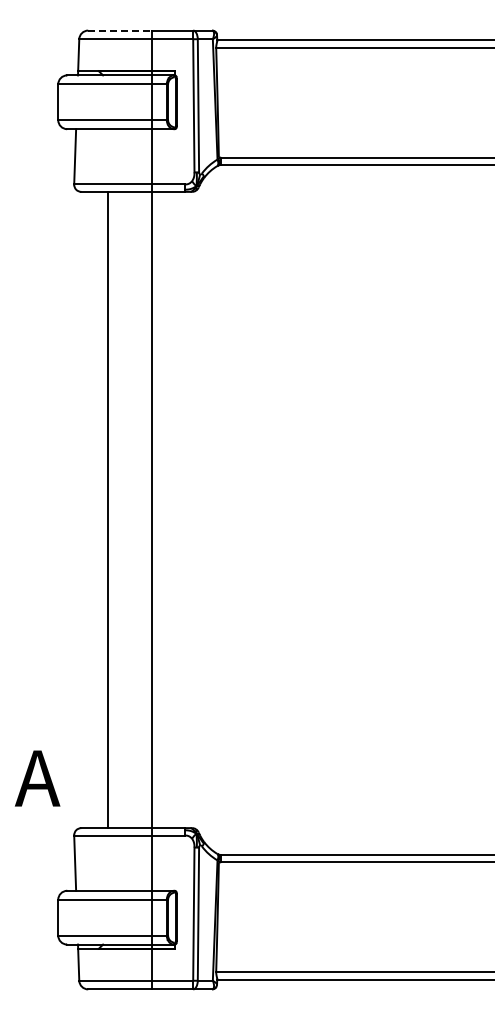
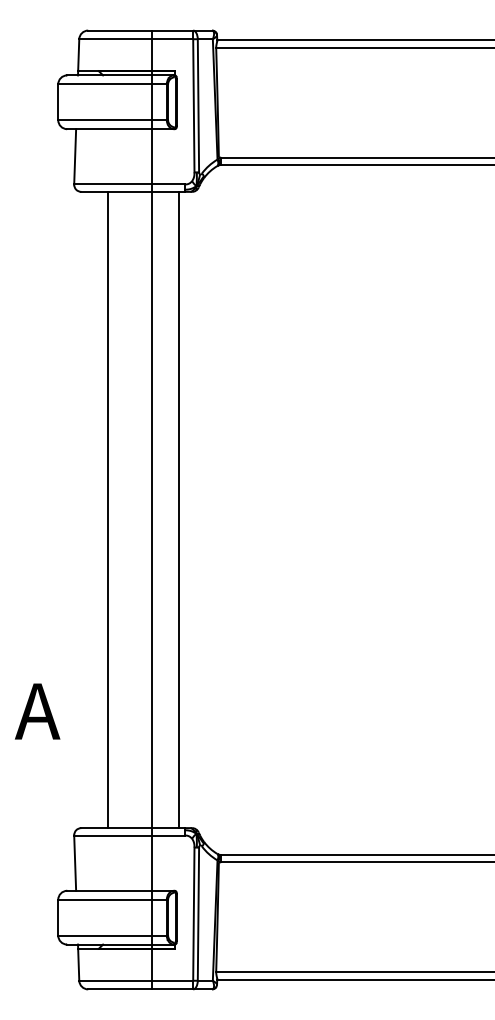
line at (120, 30): dashed -> solid
line at (179, 509): none -> present
text at (37, 778) position: (37, 778) -> (37, 711)
